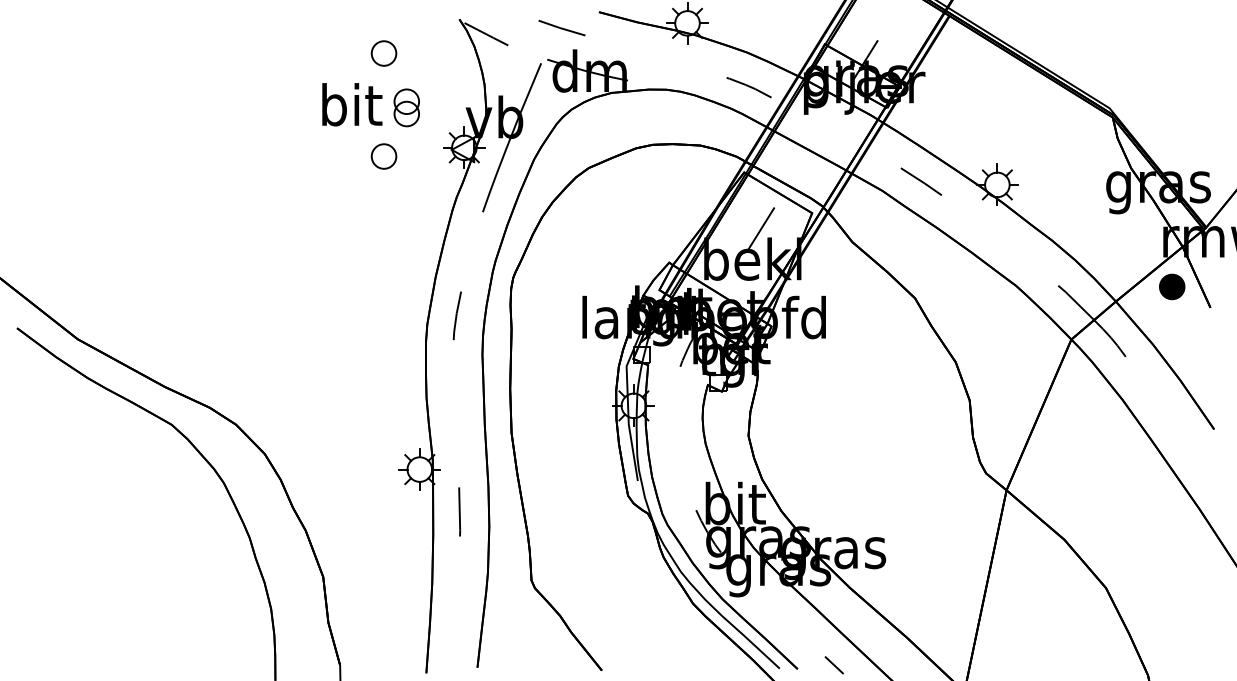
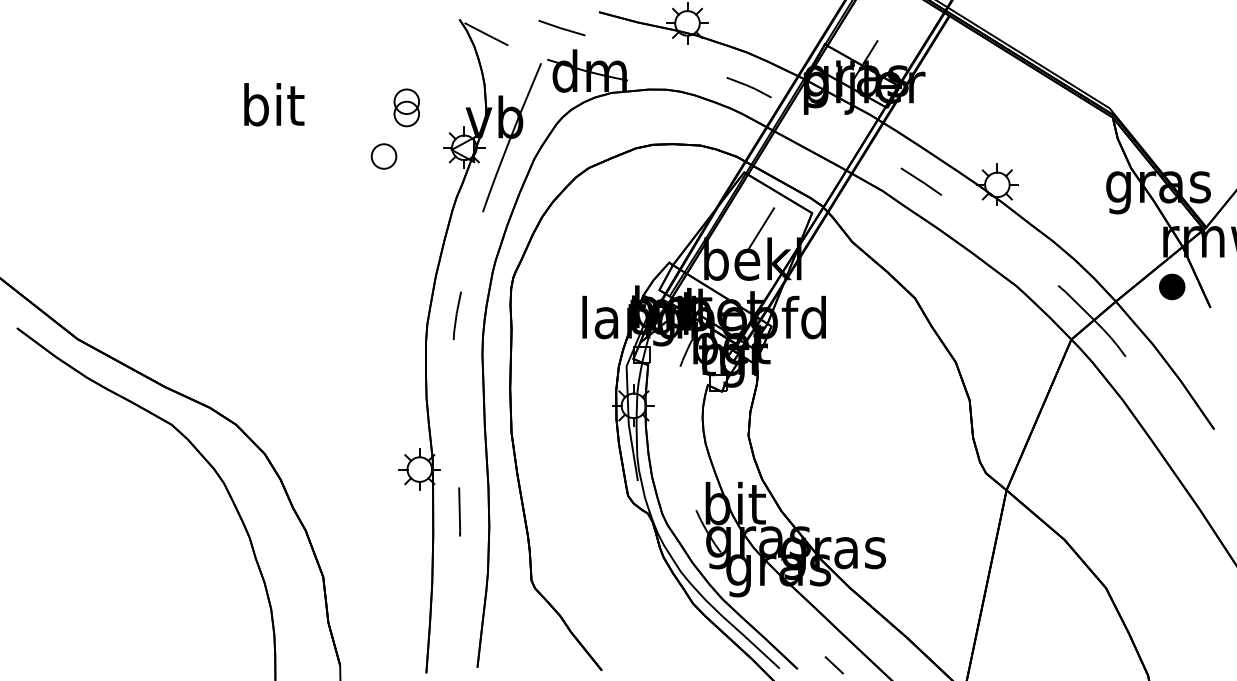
part at (383, 53): present -> none
text at (352, 104) position: (352, 104) -> (274, 104)
